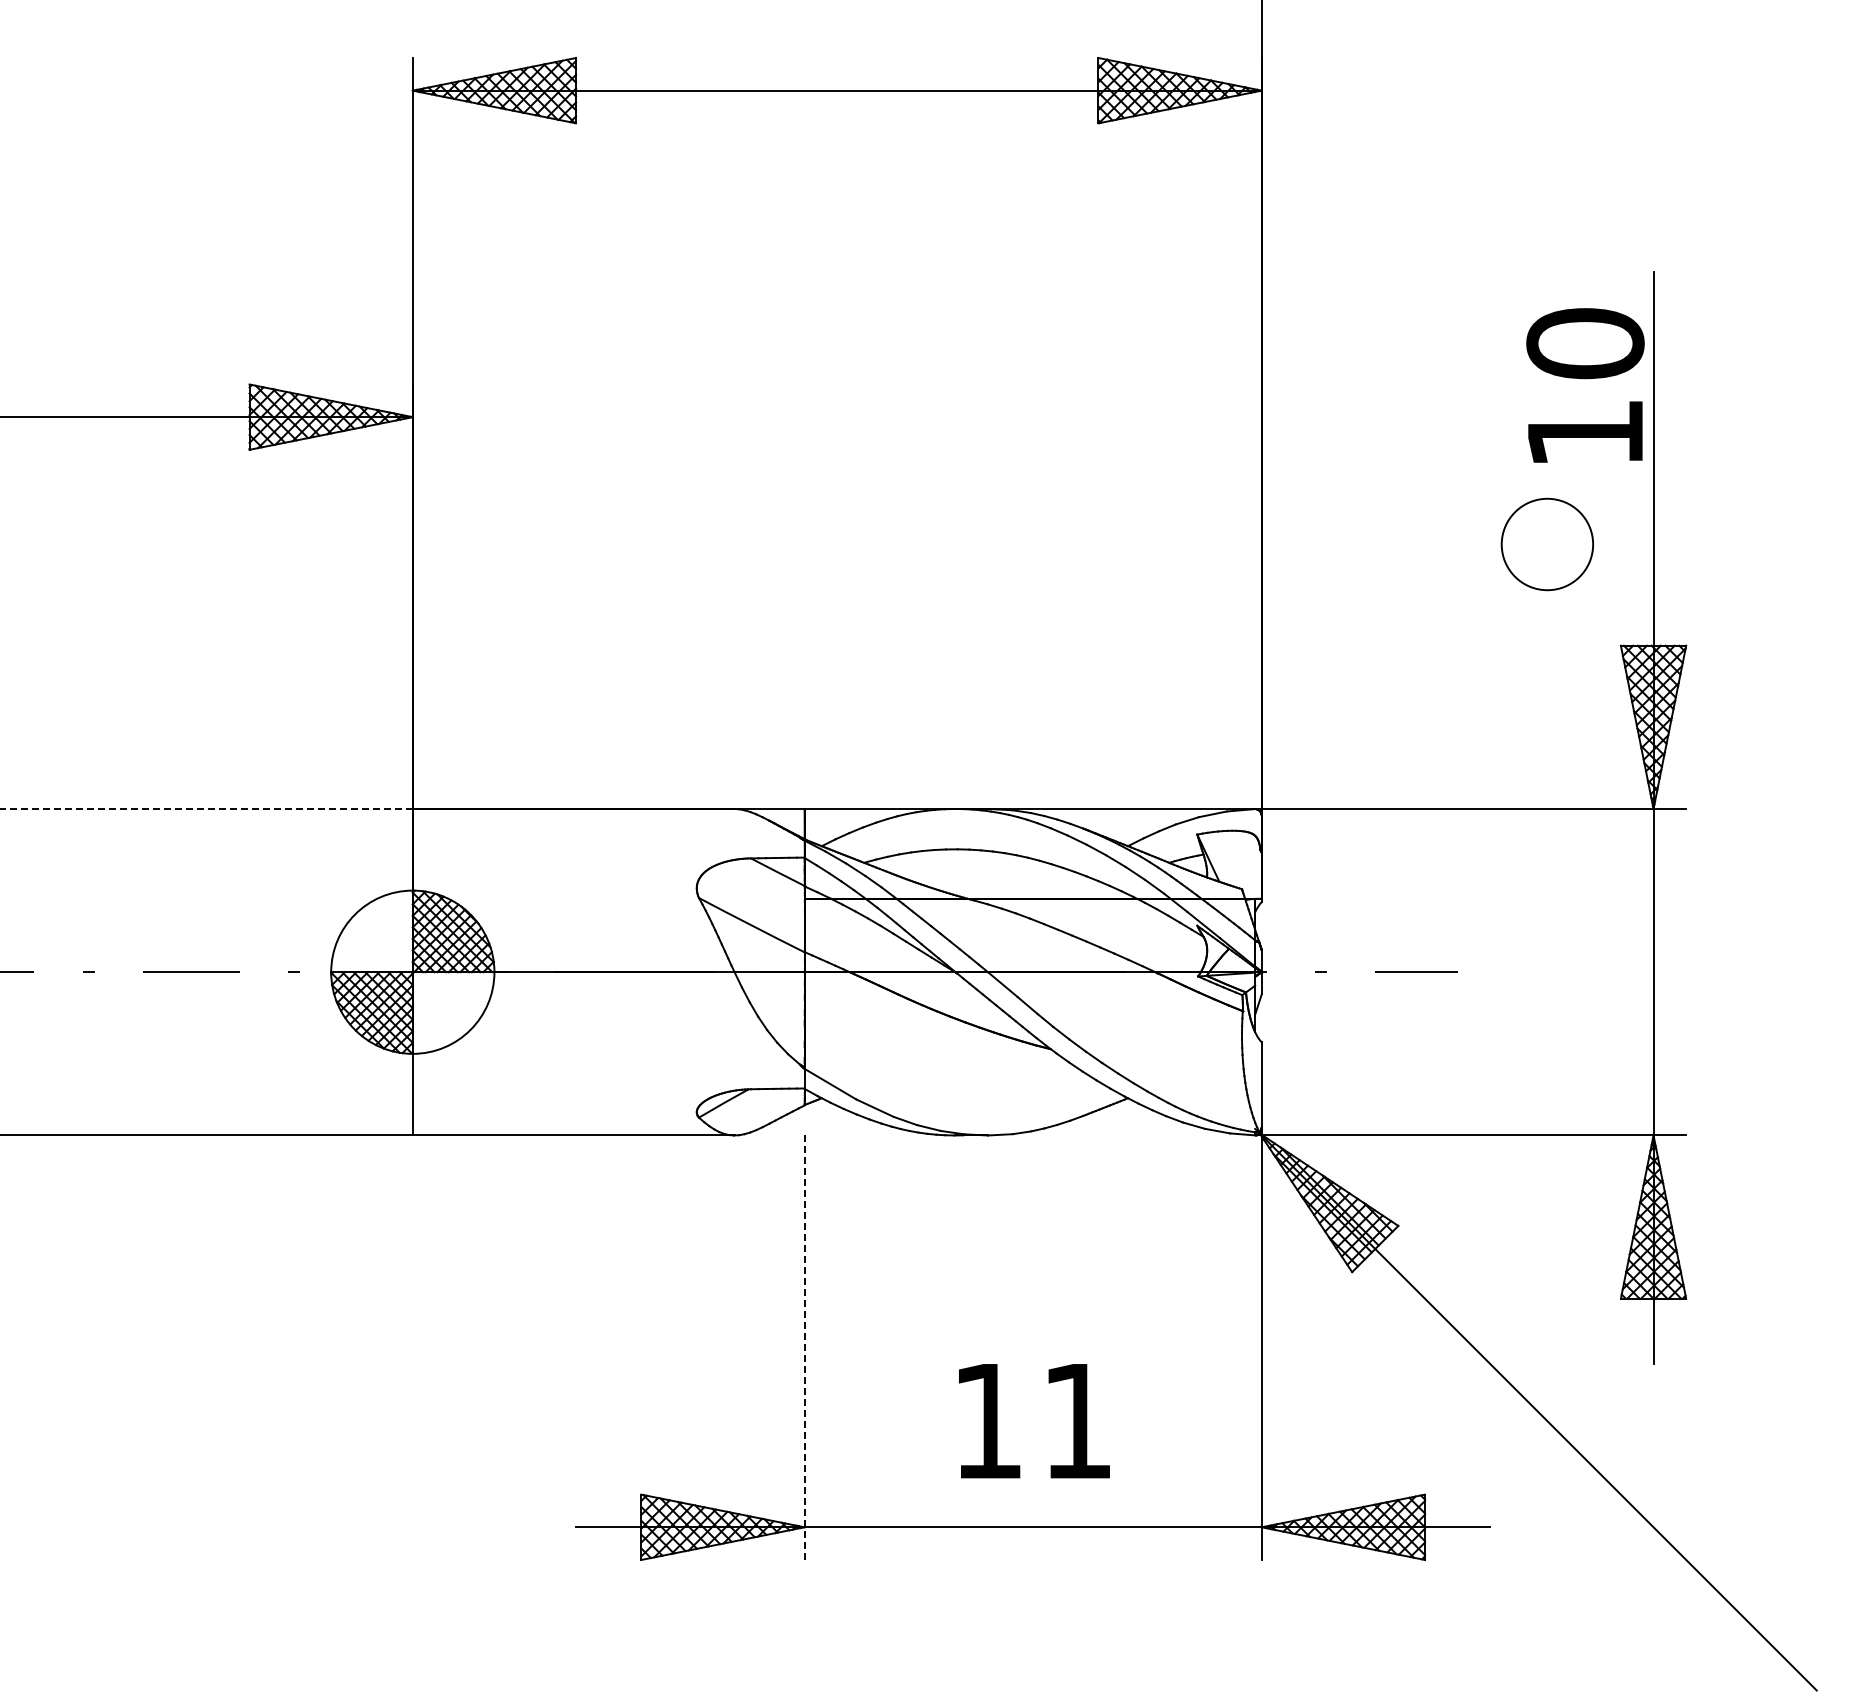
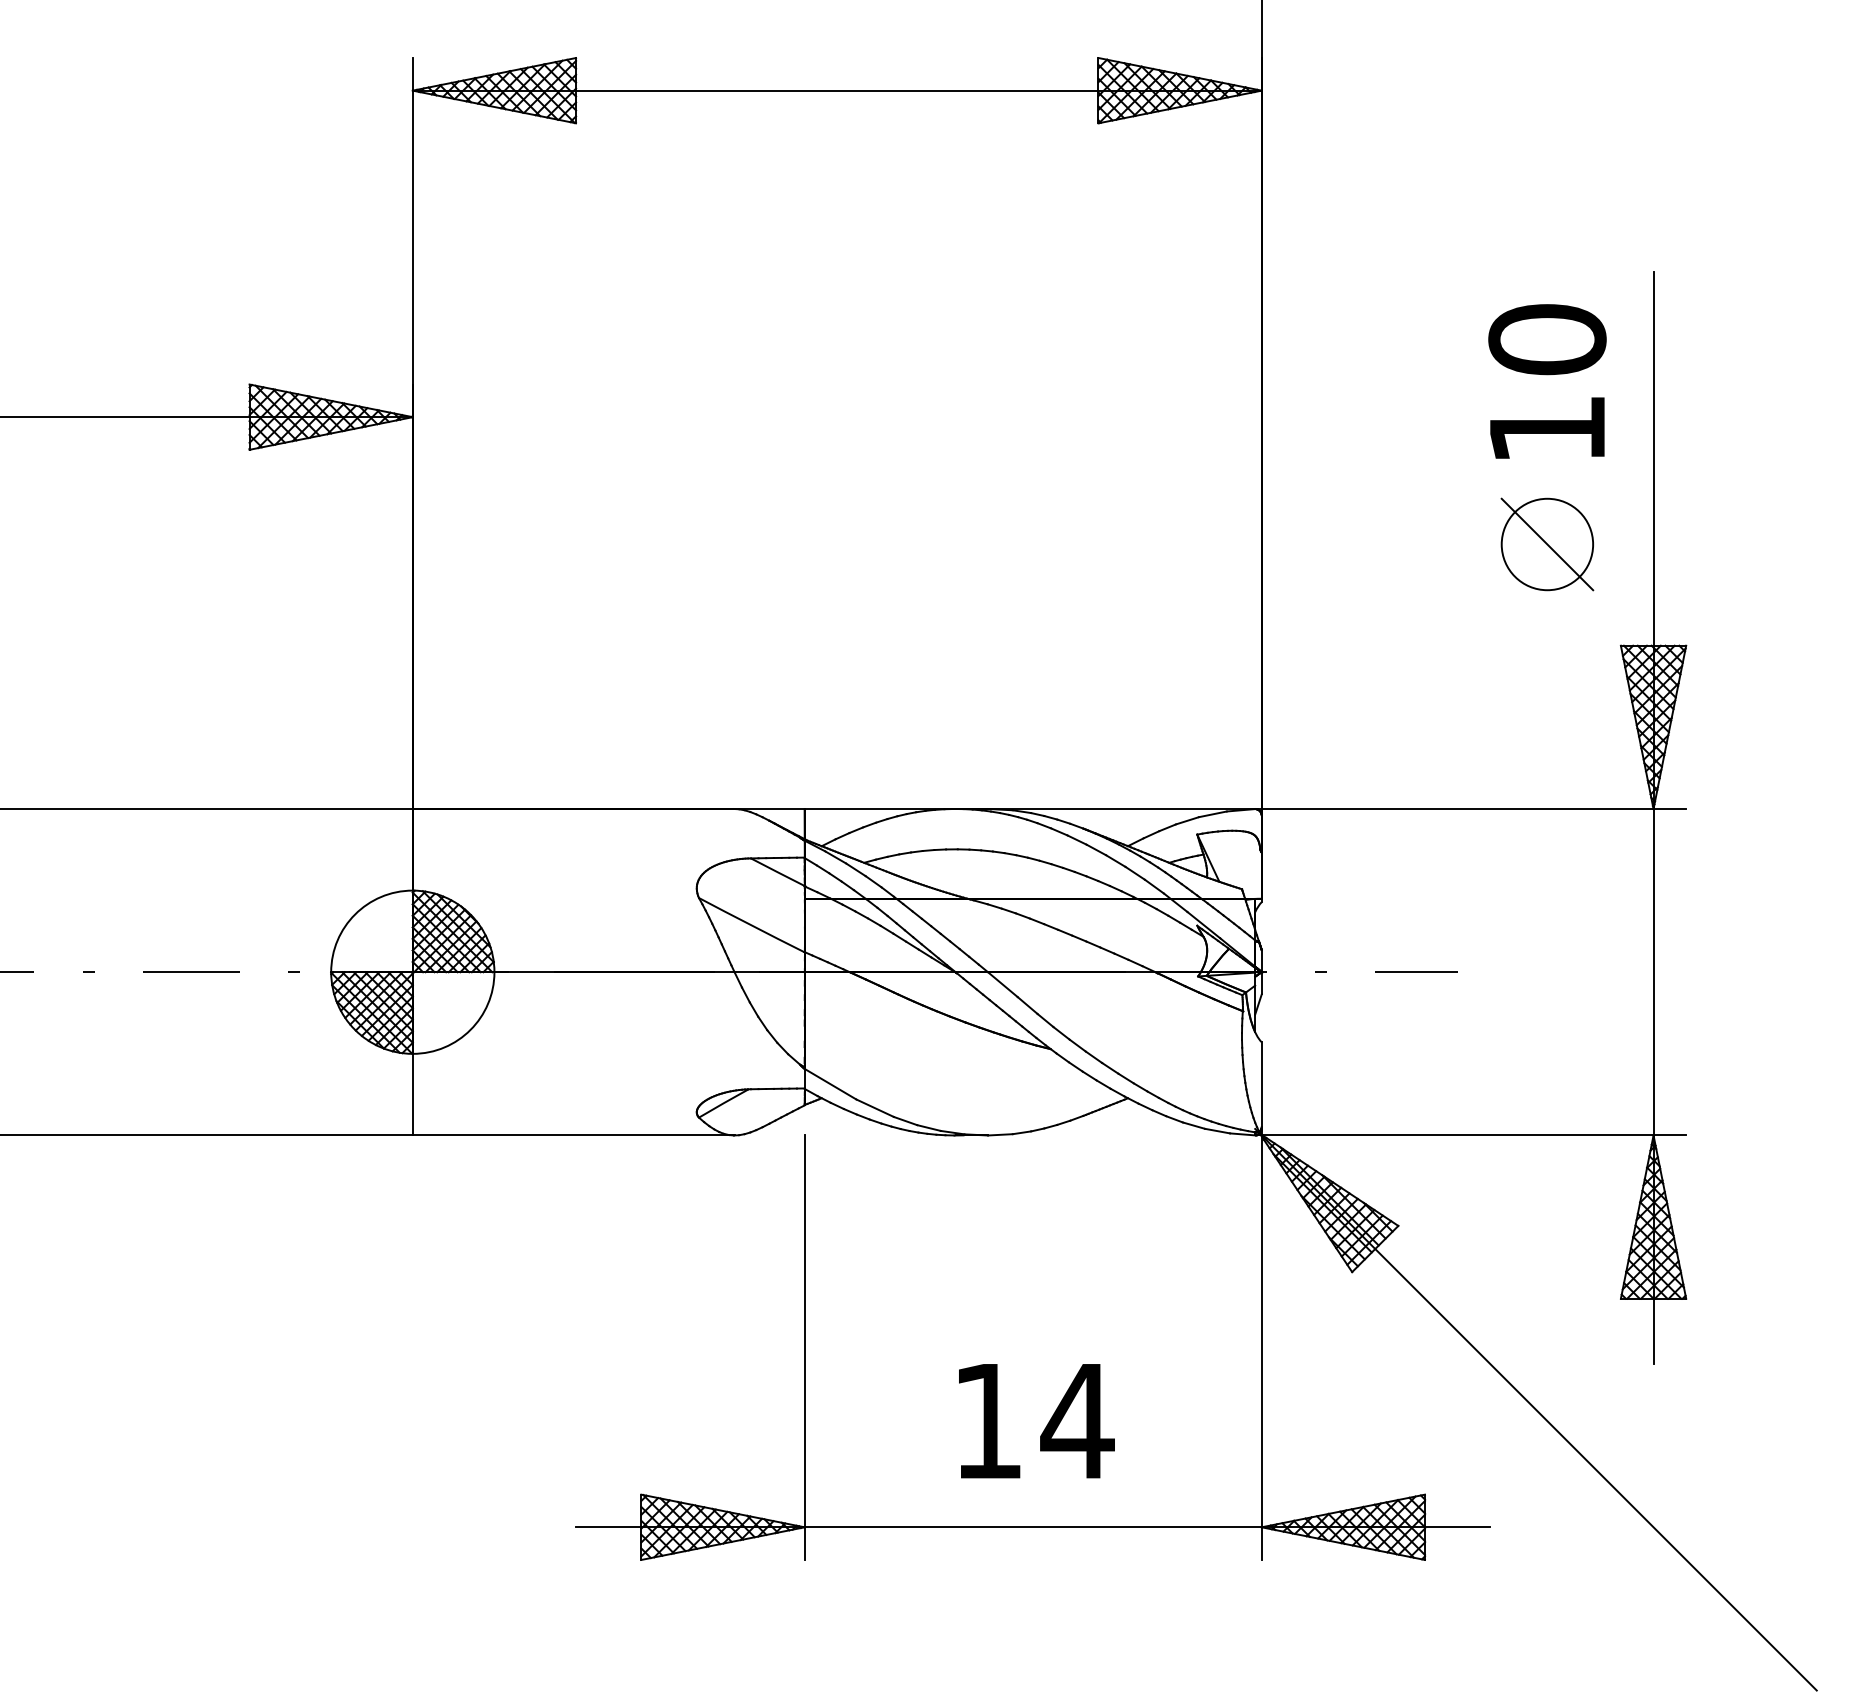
text at (1585, 385) position: (1585, 385) -> (1547, 381)
line at (1547, 544): none -> present
line at (205, 808): dashed -> solid
line at (804, 1348): dashed -> solid
text at (1077, 1421): 11 -> 14
